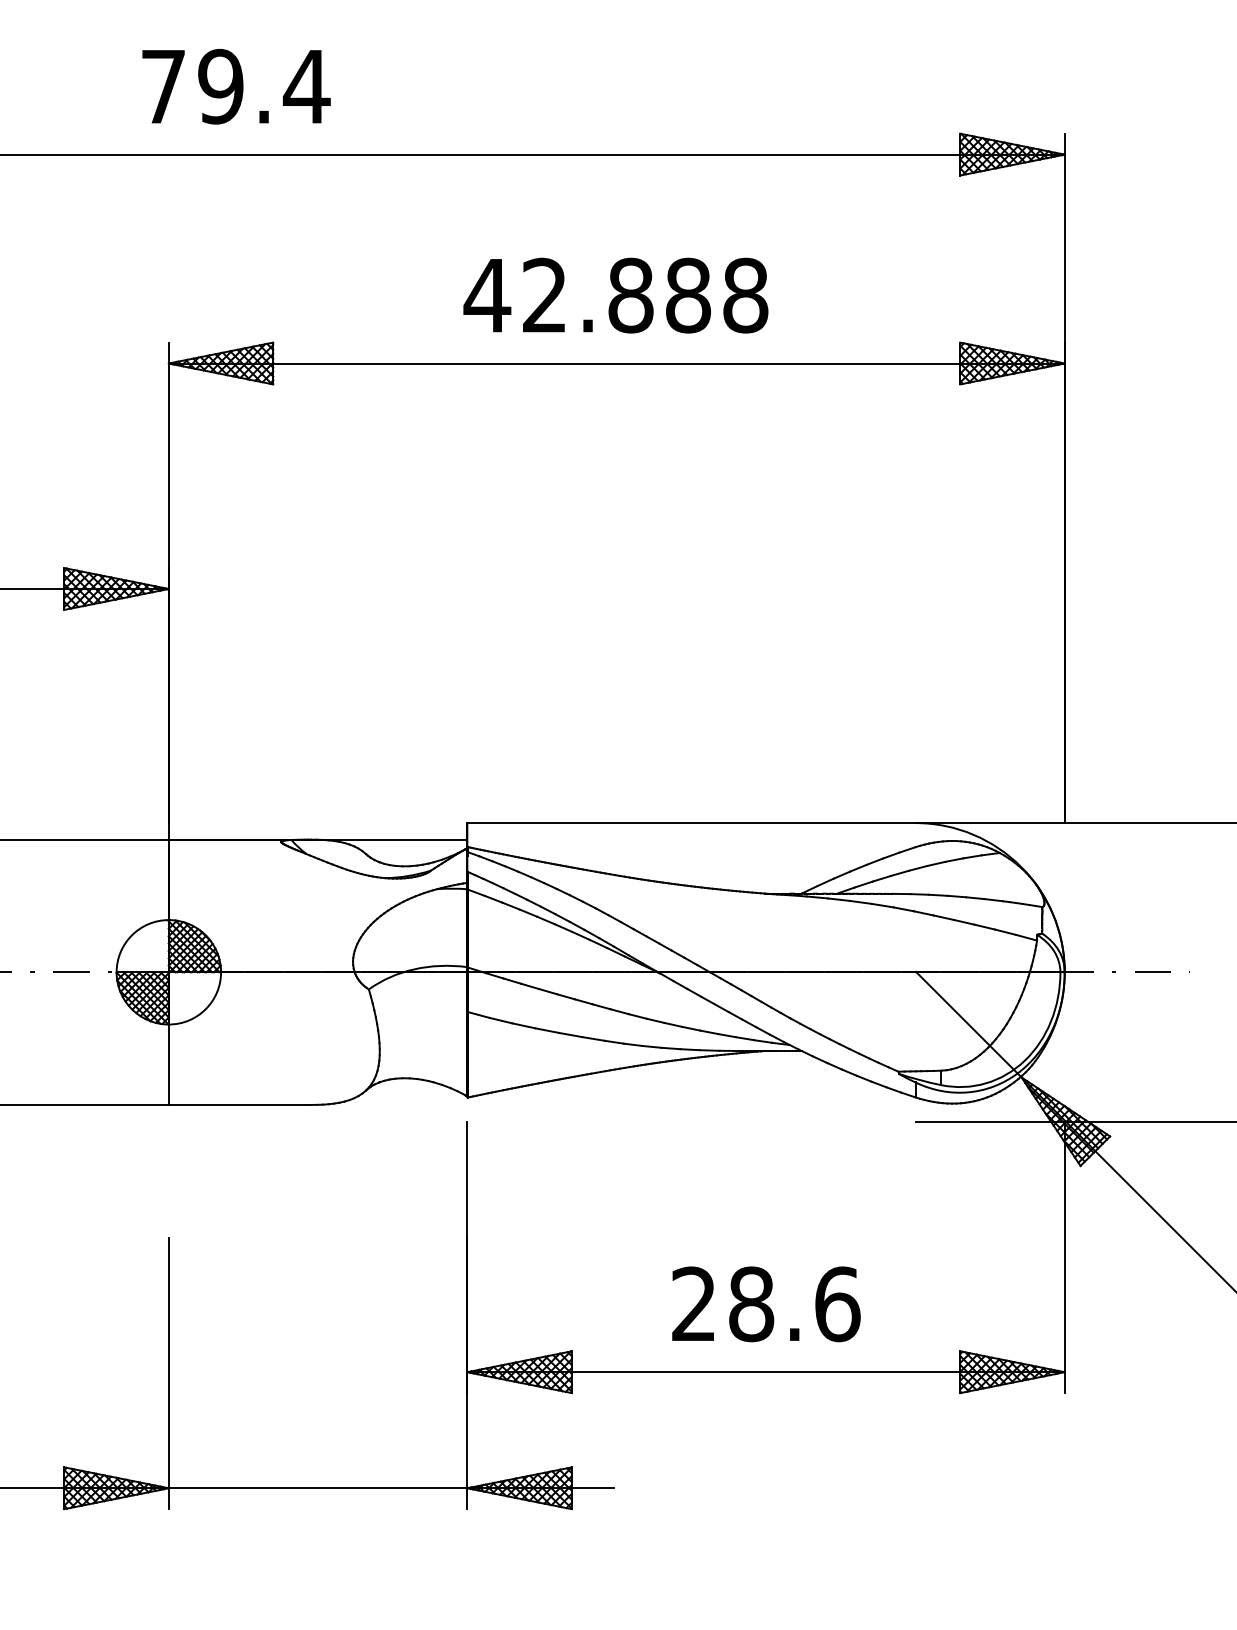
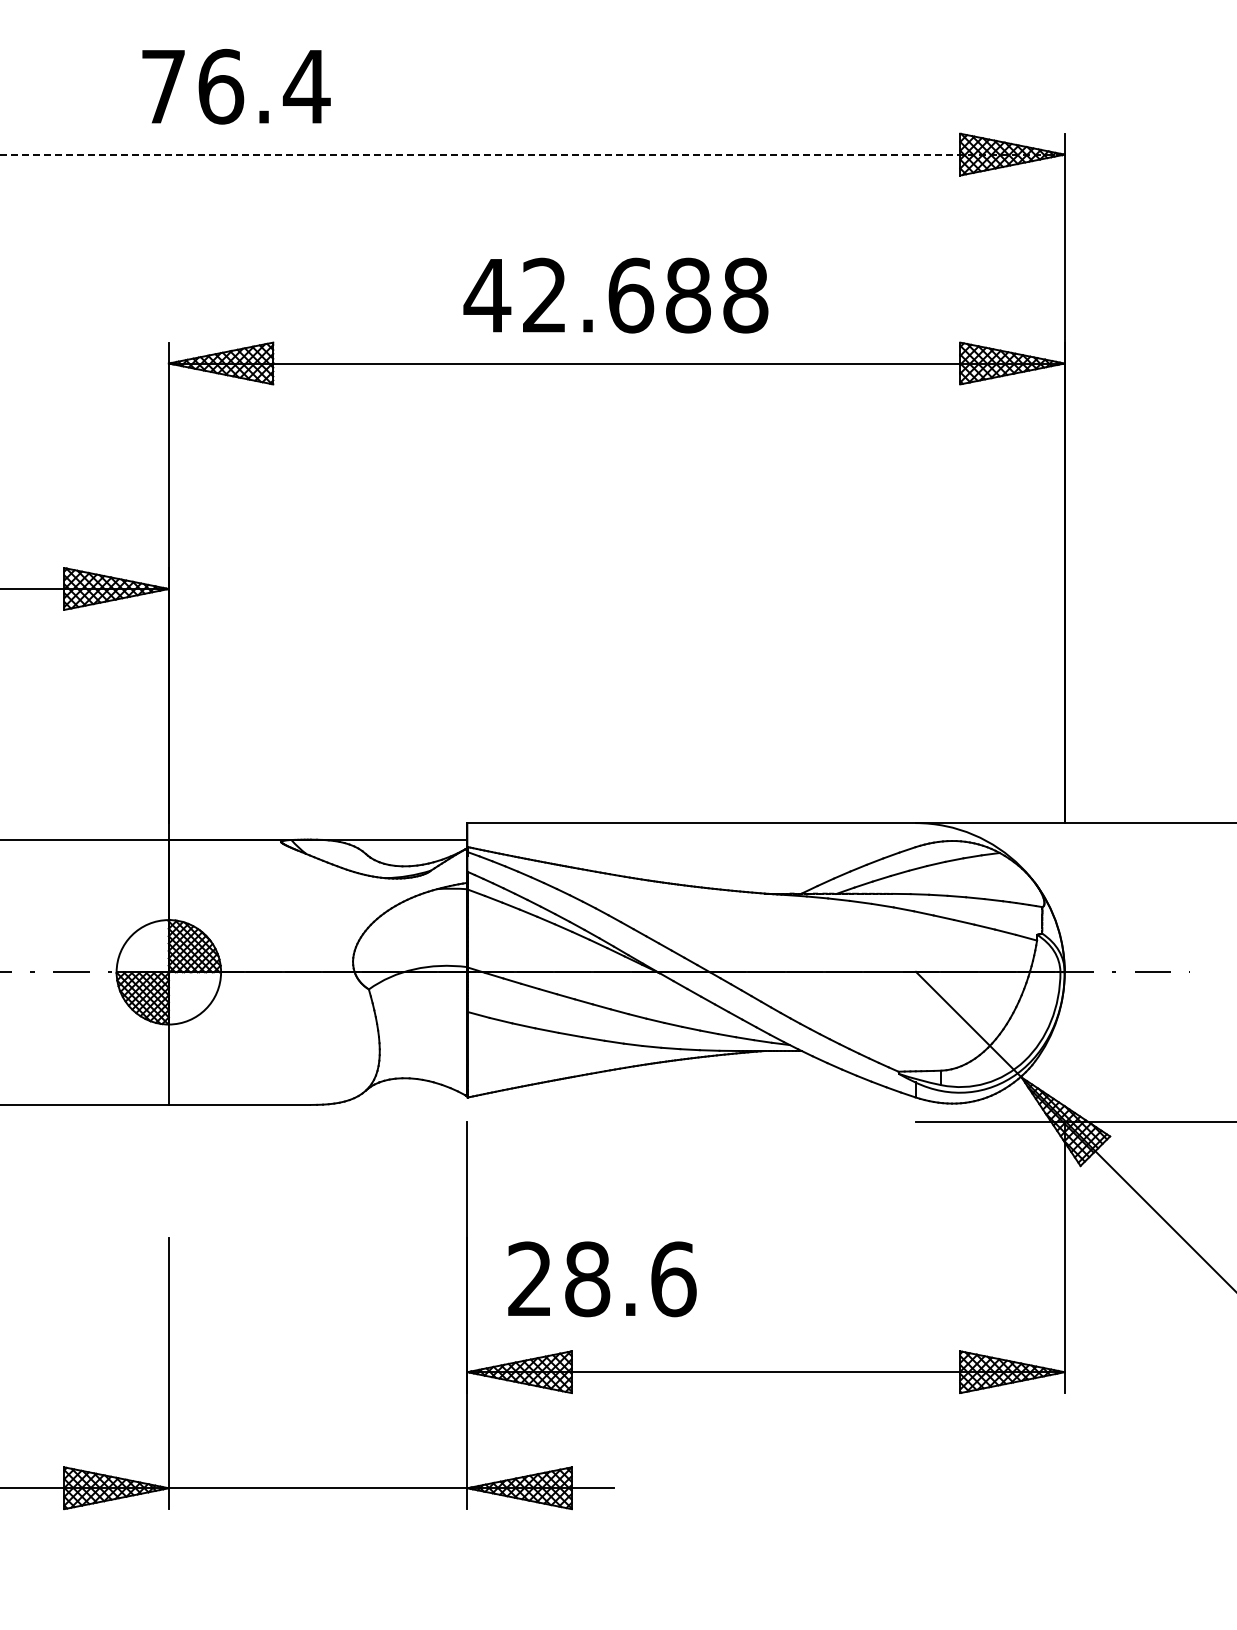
text at (221, 86): 79.4 -> 76.4
line at (532, 154): solid -> dashed
text at (631, 295): 42.888 -> 42.688
text at (766, 1304) position: (766, 1304) -> (602, 1279)
